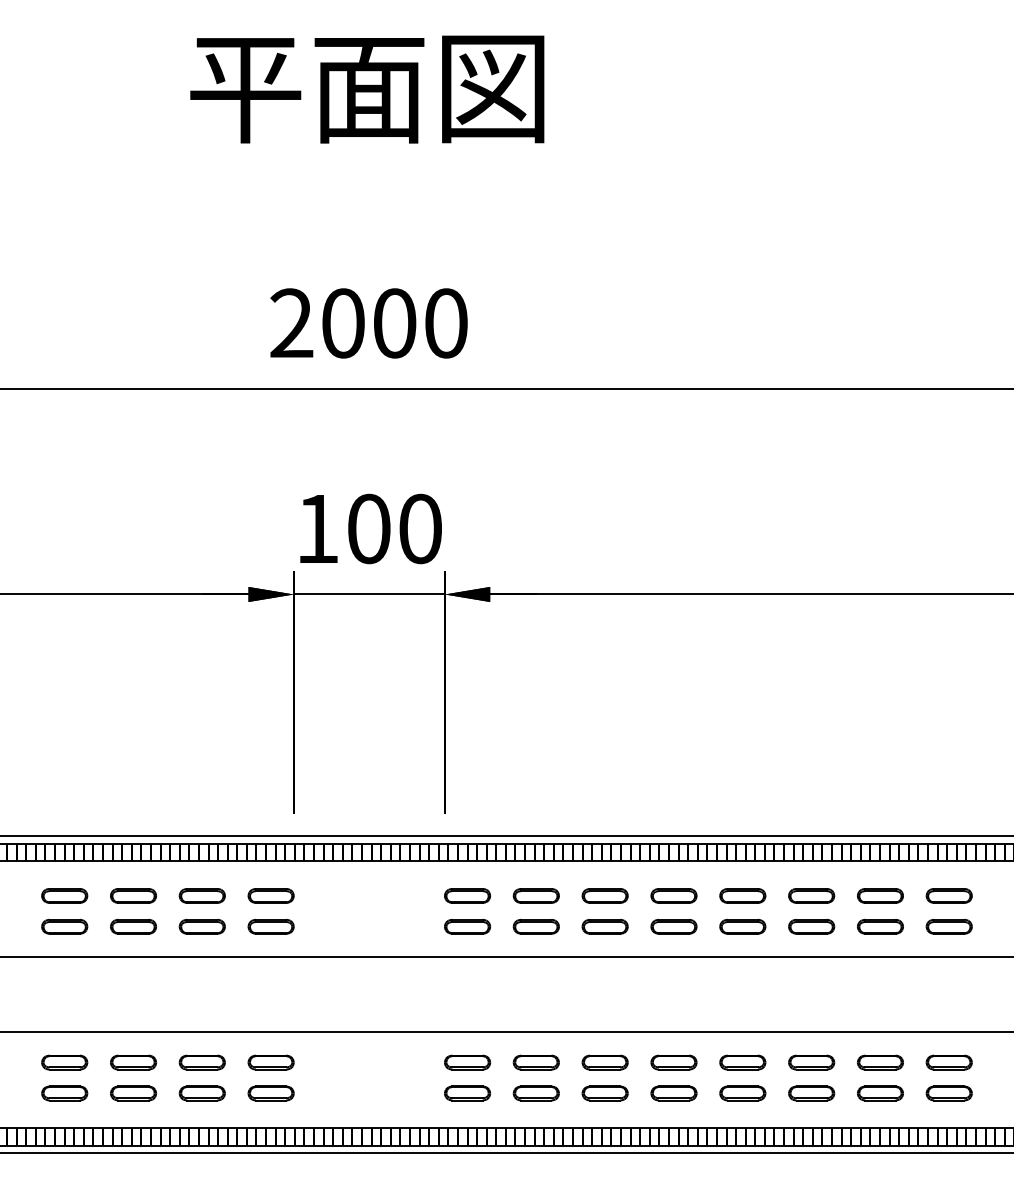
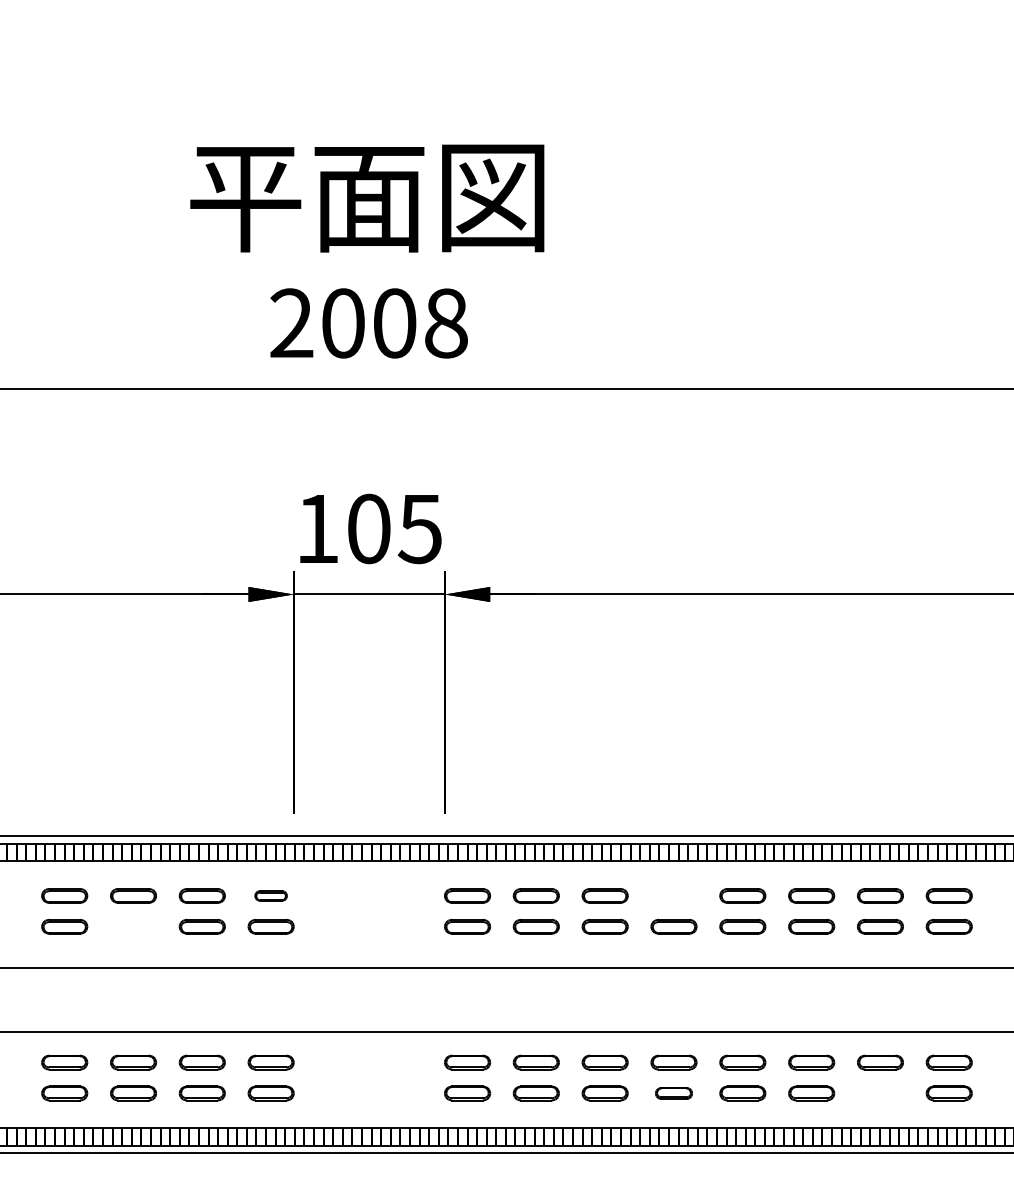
text at (367, 89) position: (367, 89) -> (367, 198)
text at (446, 323): 2000 -> 2008
text at (419, 528): 100 -> 105
part at (270, 895) size: 48x16 px -> 34x12 px
part at (673, 895): present -> none
part at (133, 926): present -> none
line at (506, 956) position: (506, 956) -> (506, 967)
part at (673, 1093) size: 48x17 px -> 38x13 px
part at (880, 1093): present -> none
